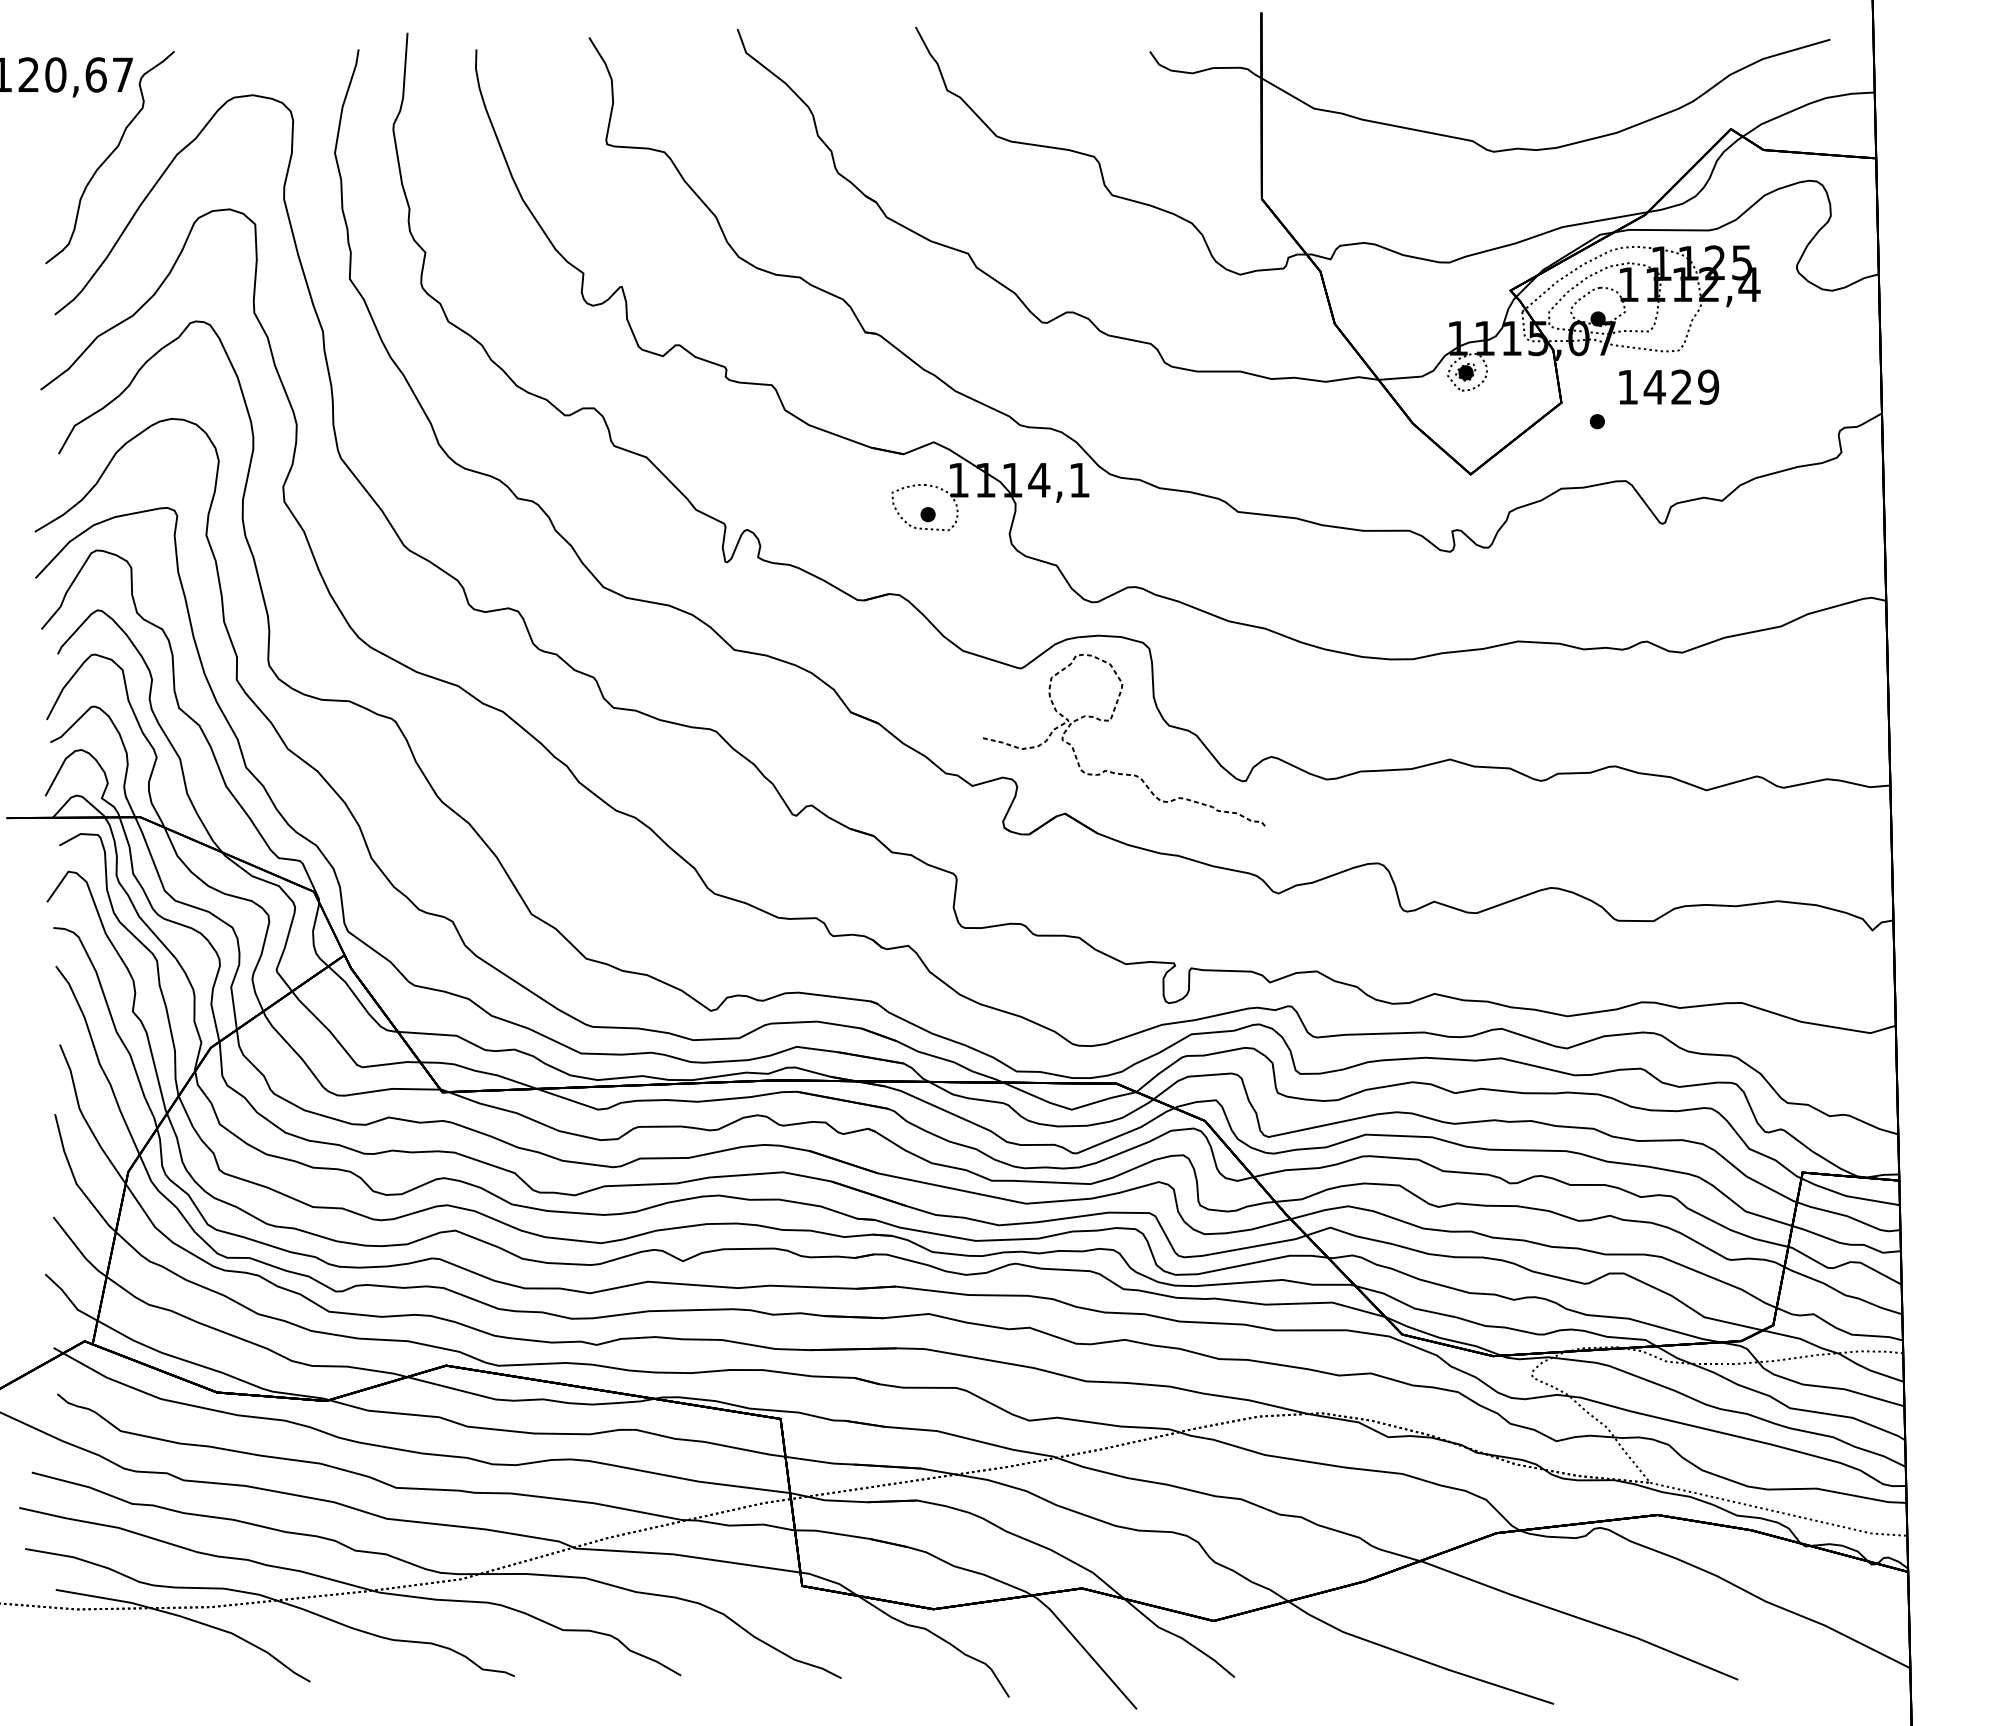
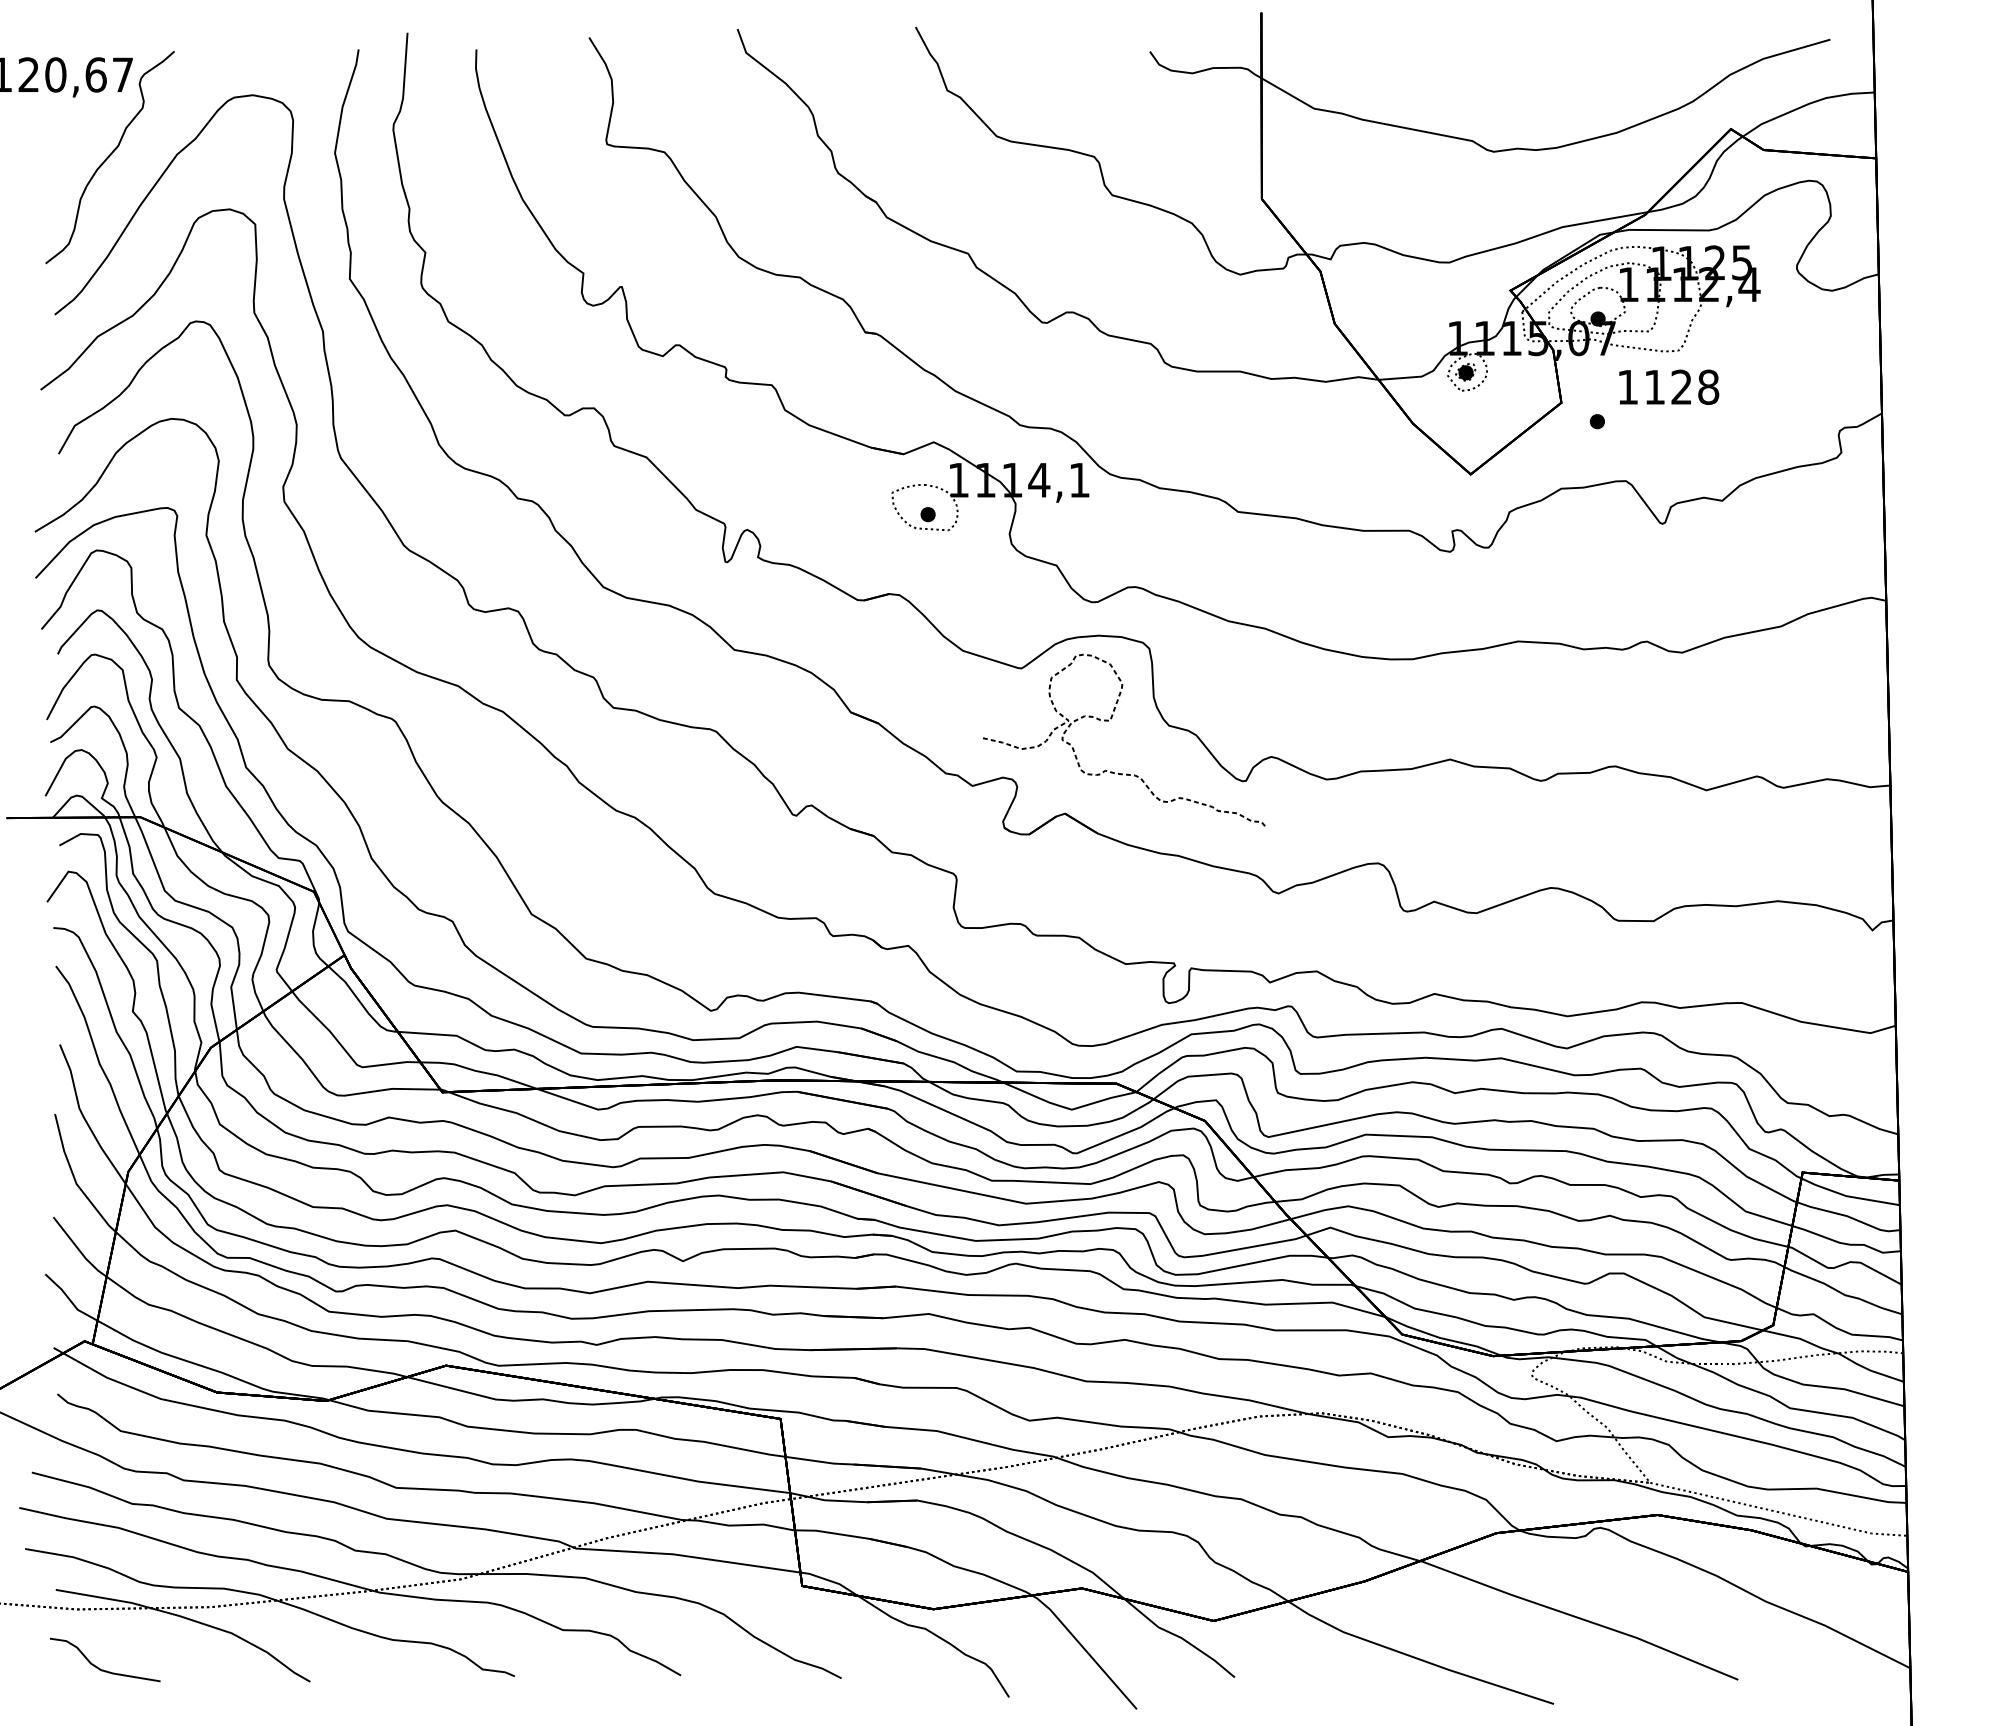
text at (1681, 386): 1429 -> 1128
curve at (99, 1667): none -> present
